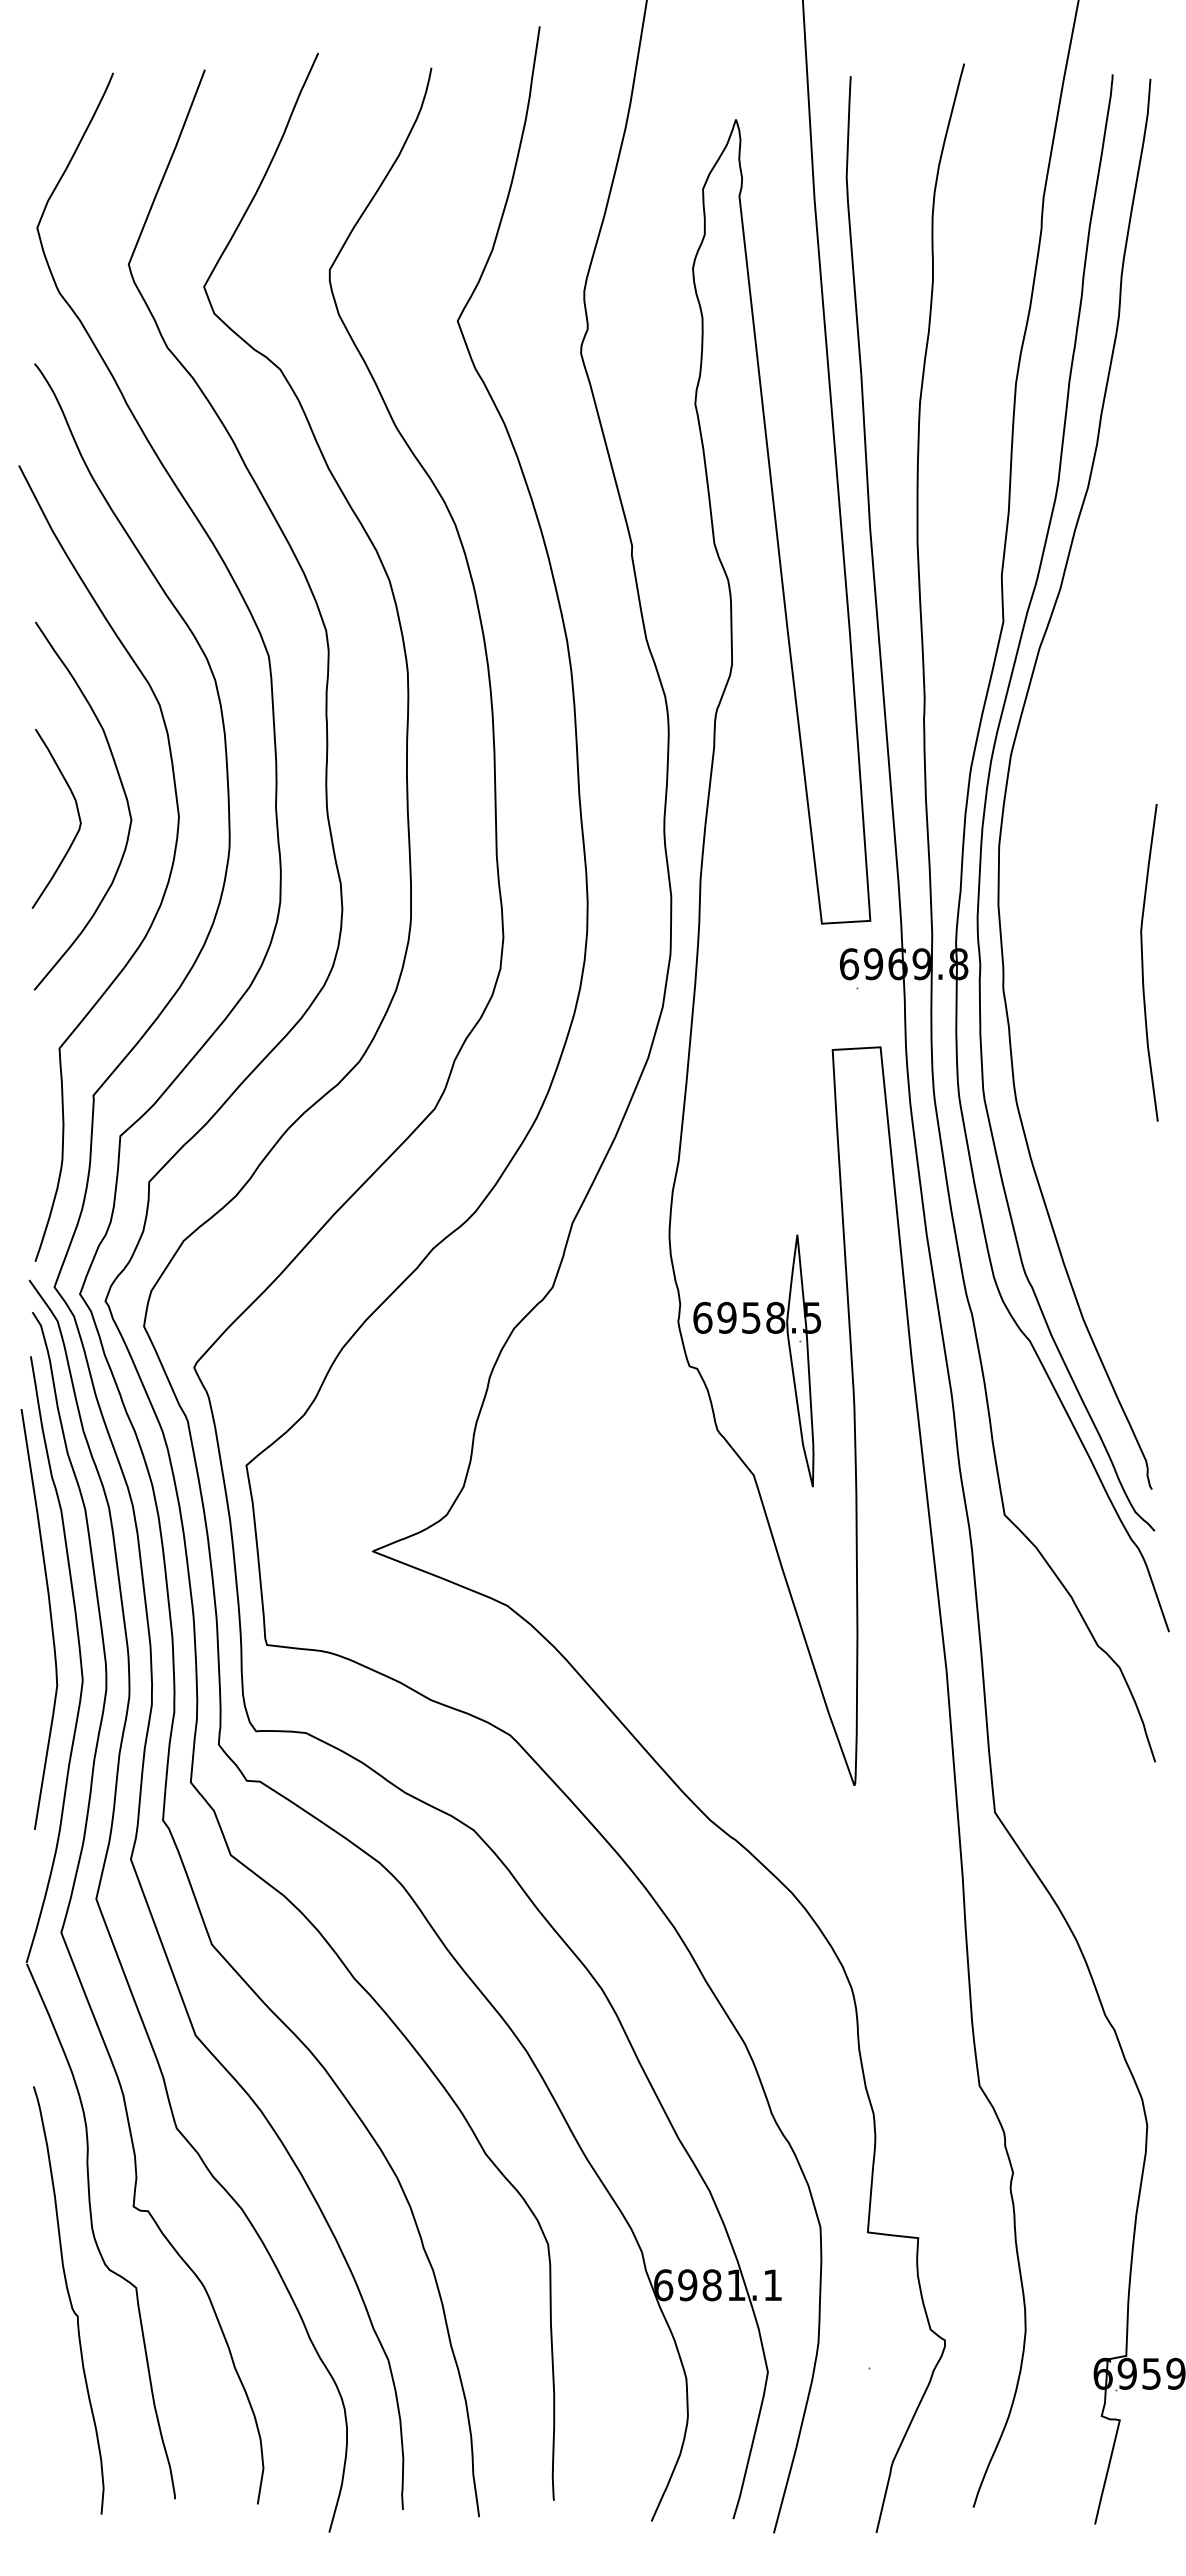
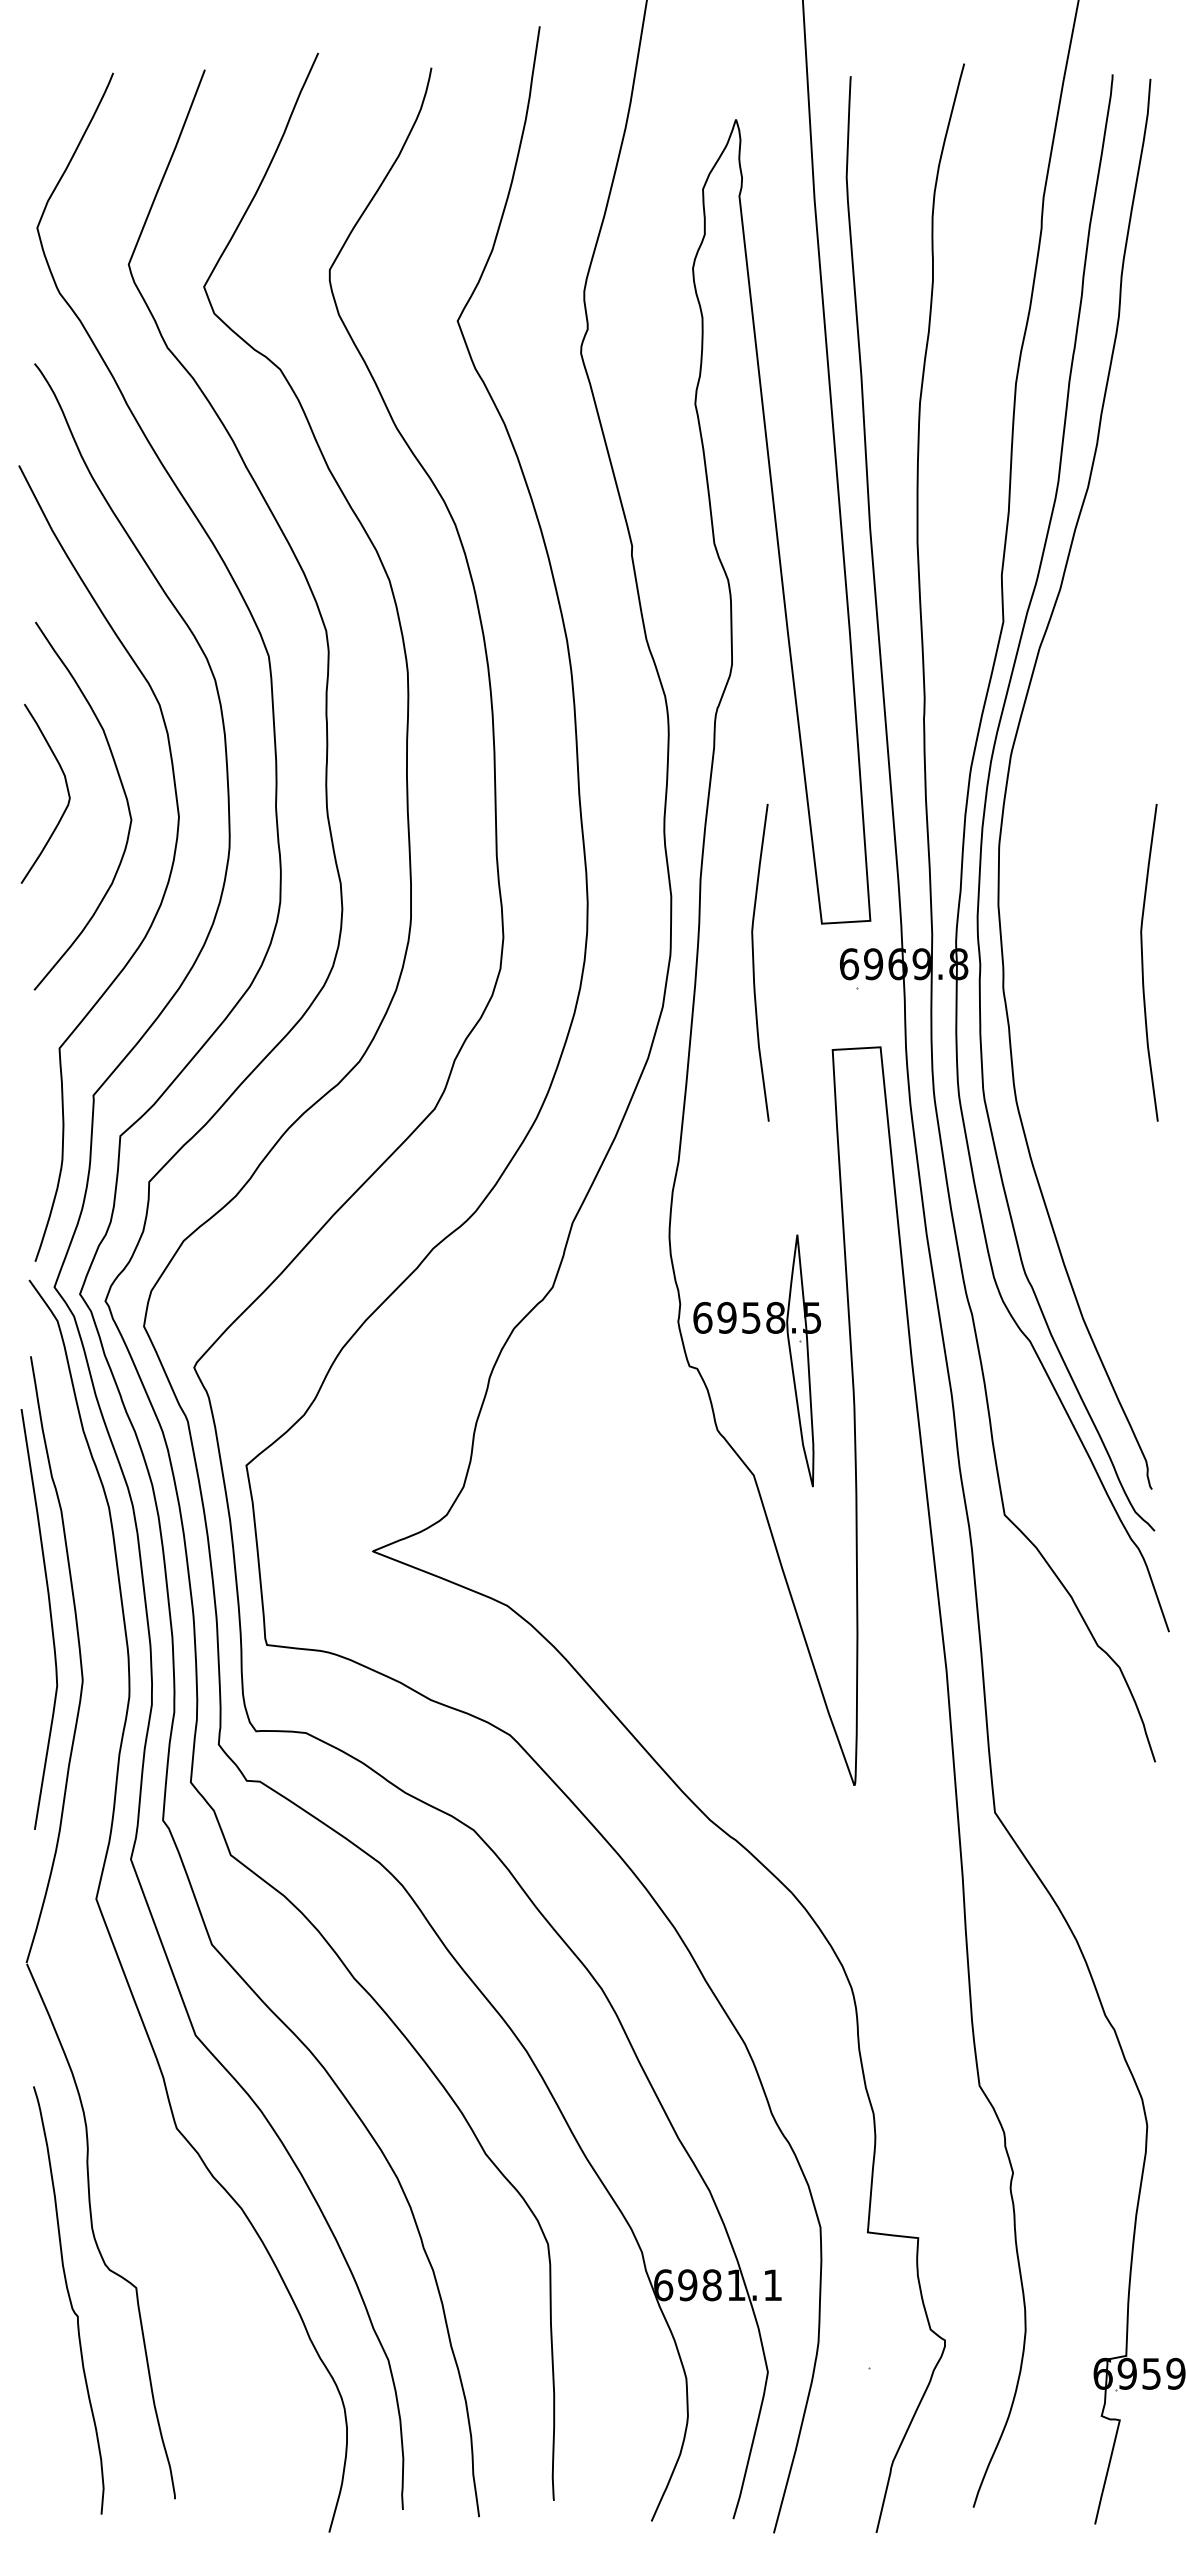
curve at (77, 813) position: (77, 813) -> (66, 788)
curve at (754, 962): none -> present
curve at (73, 1891): present -> none
